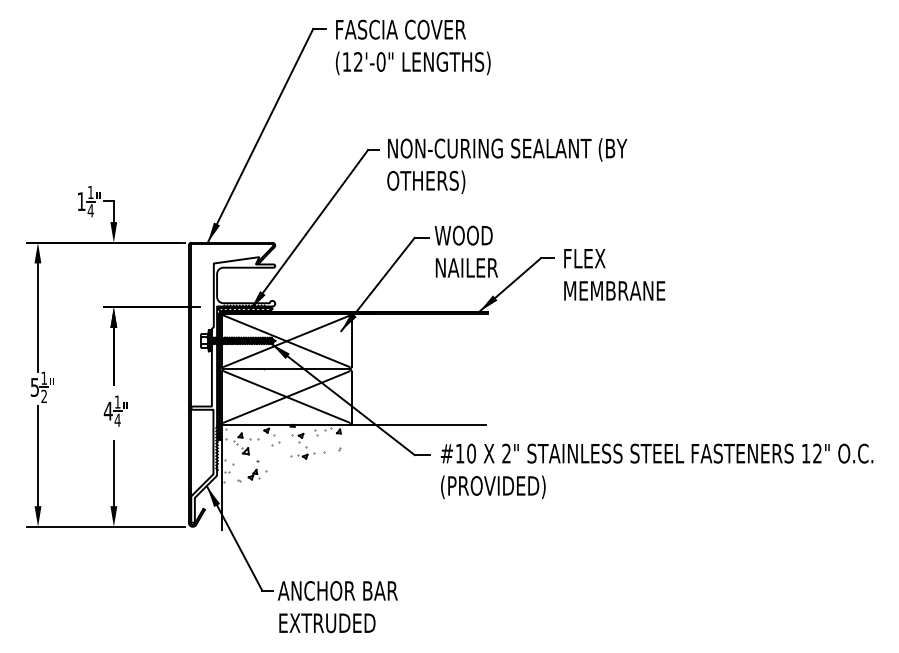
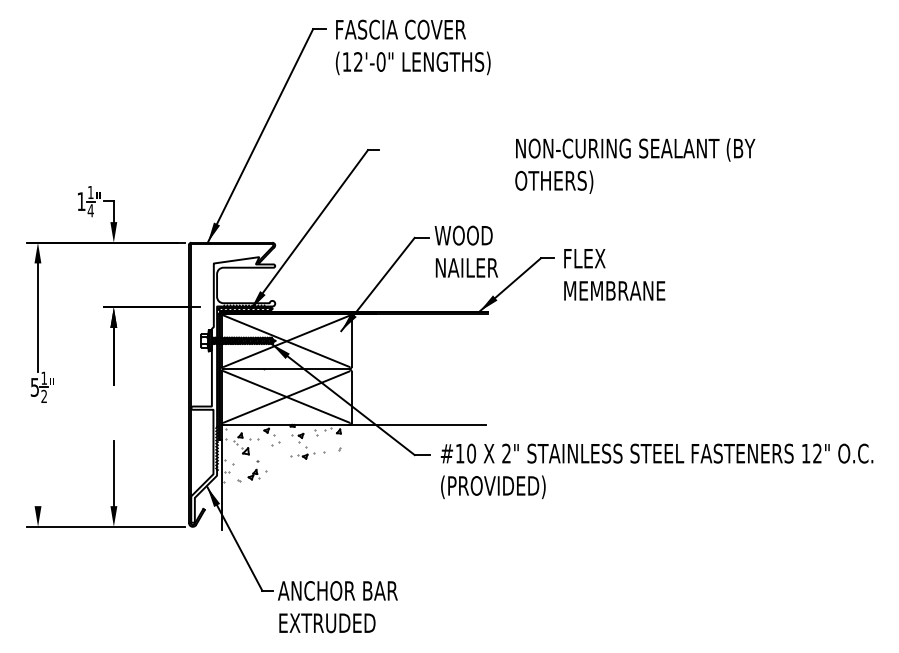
text at (507, 165) position: (507, 165) -> (635, 165)
part at (115, 410): present -> none
line at (37, 456): present -> none
